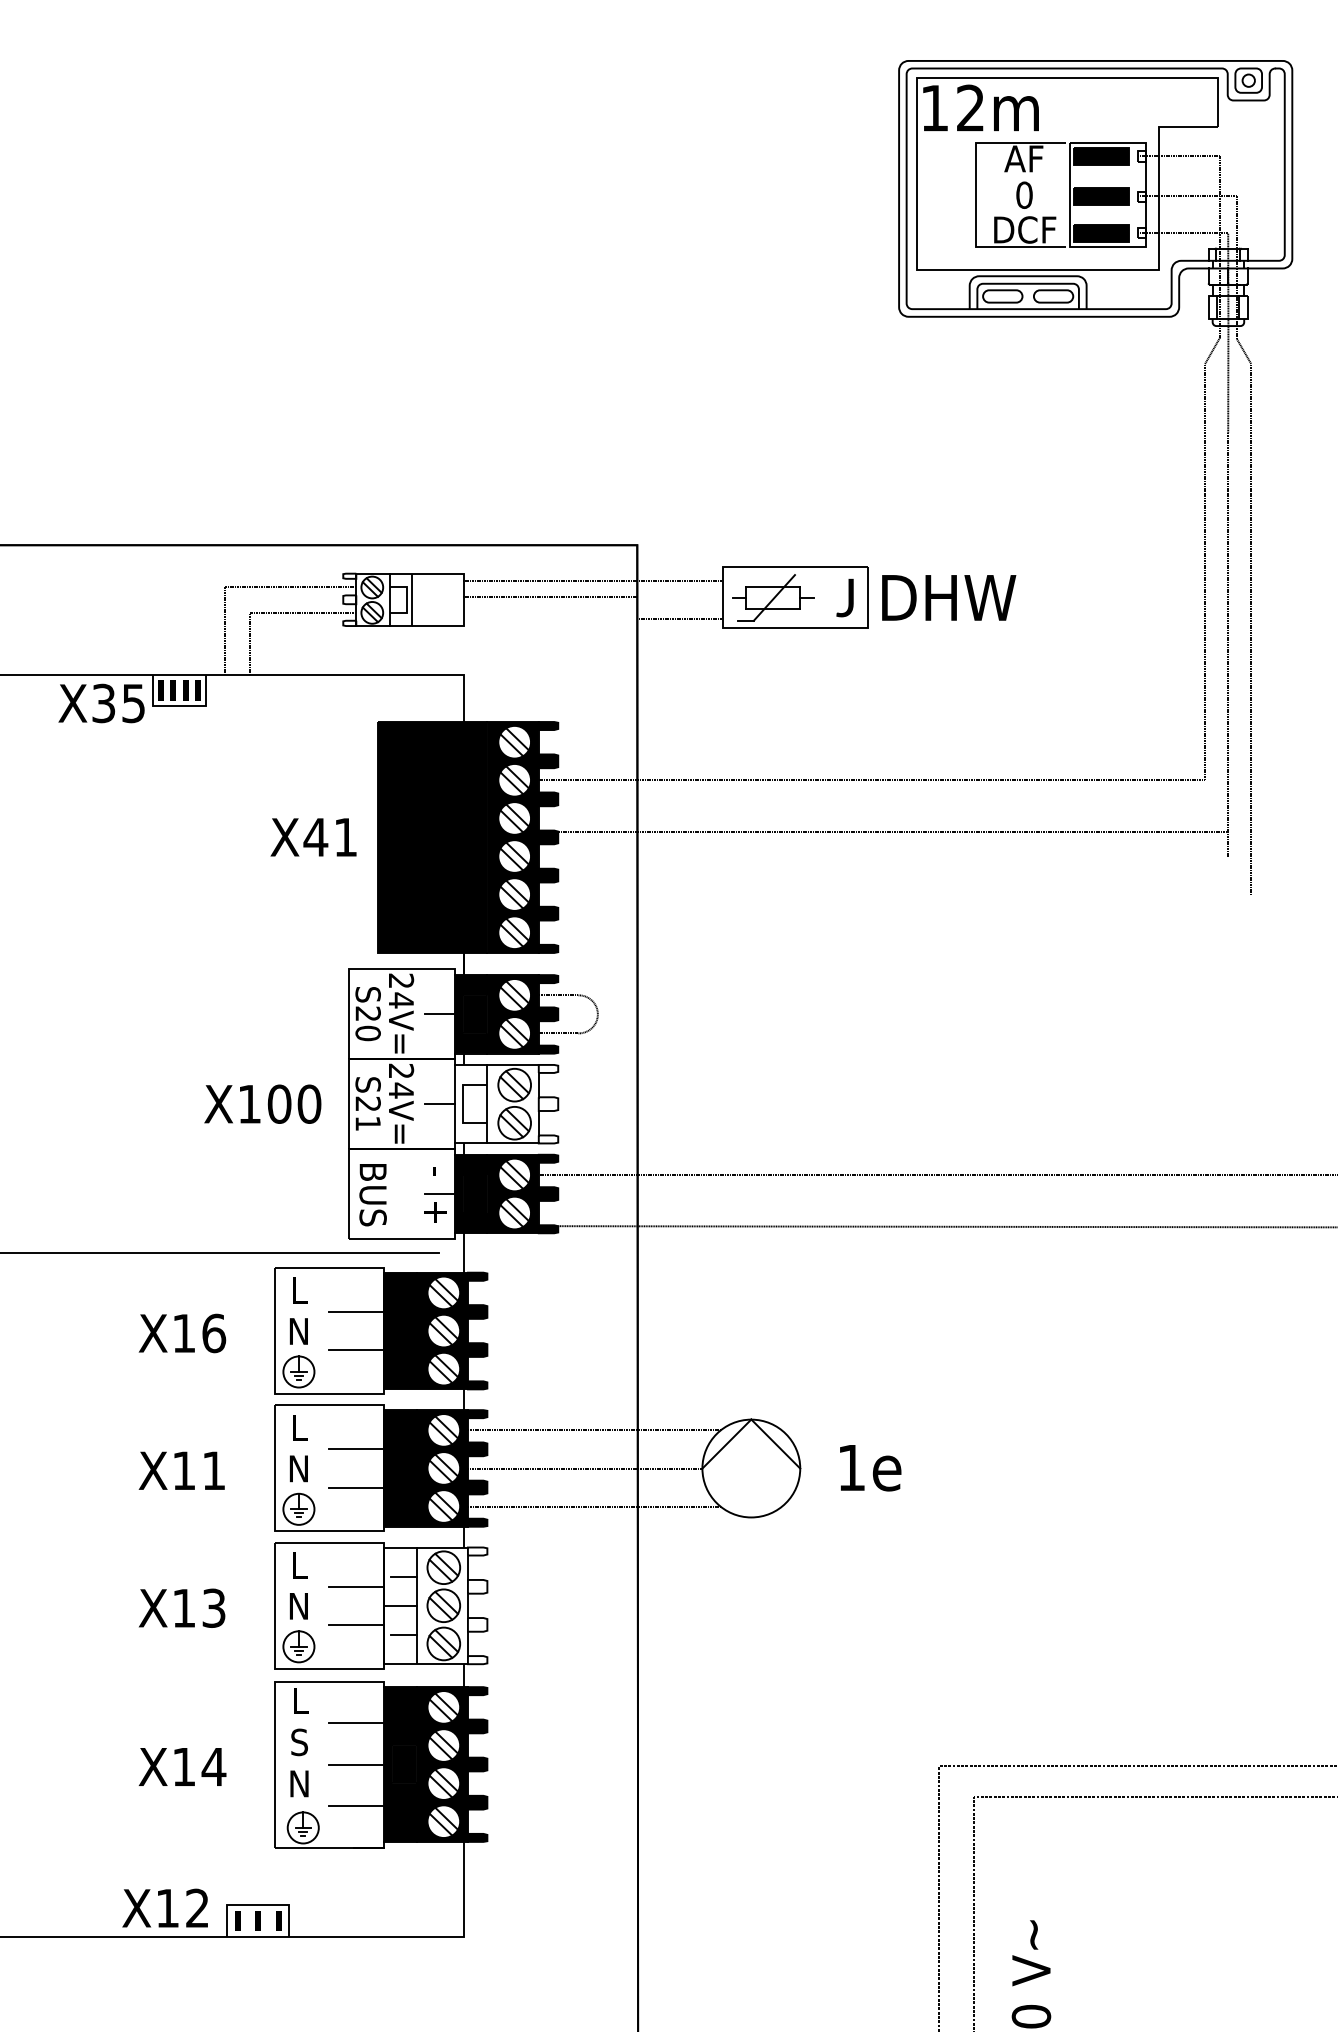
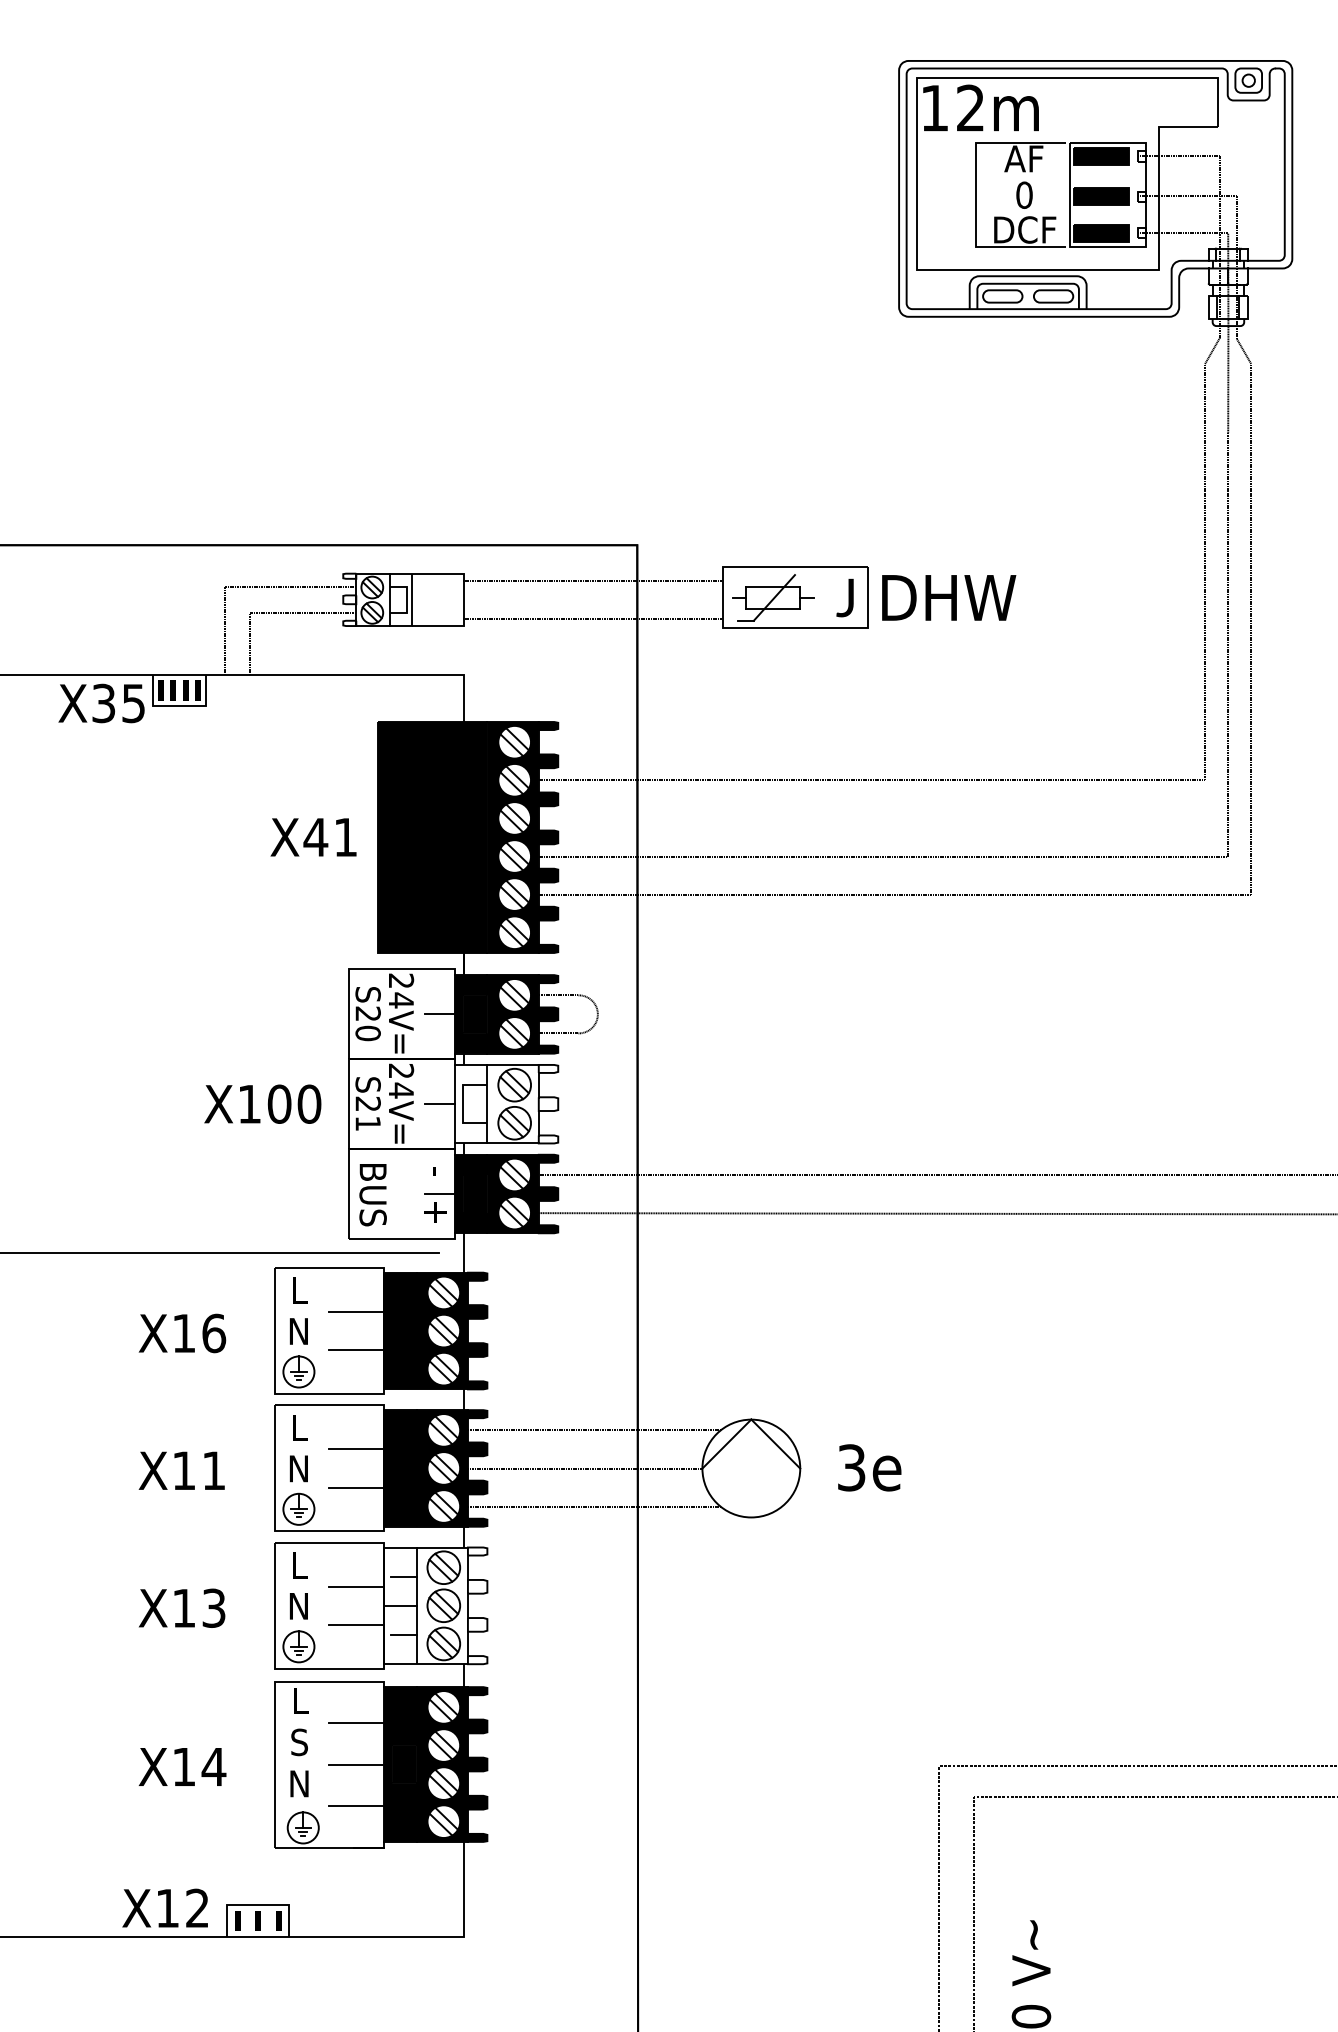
line at (550, 596) position: (550, 596) -> (550, 618)
line at (883, 831) position: (883, 831) -> (883, 856)
line at (894, 894): none -> present
line at (936, 1226) position: (936, 1226) -> (936, 1213)
text at (851, 1467): 1e -> 3e
